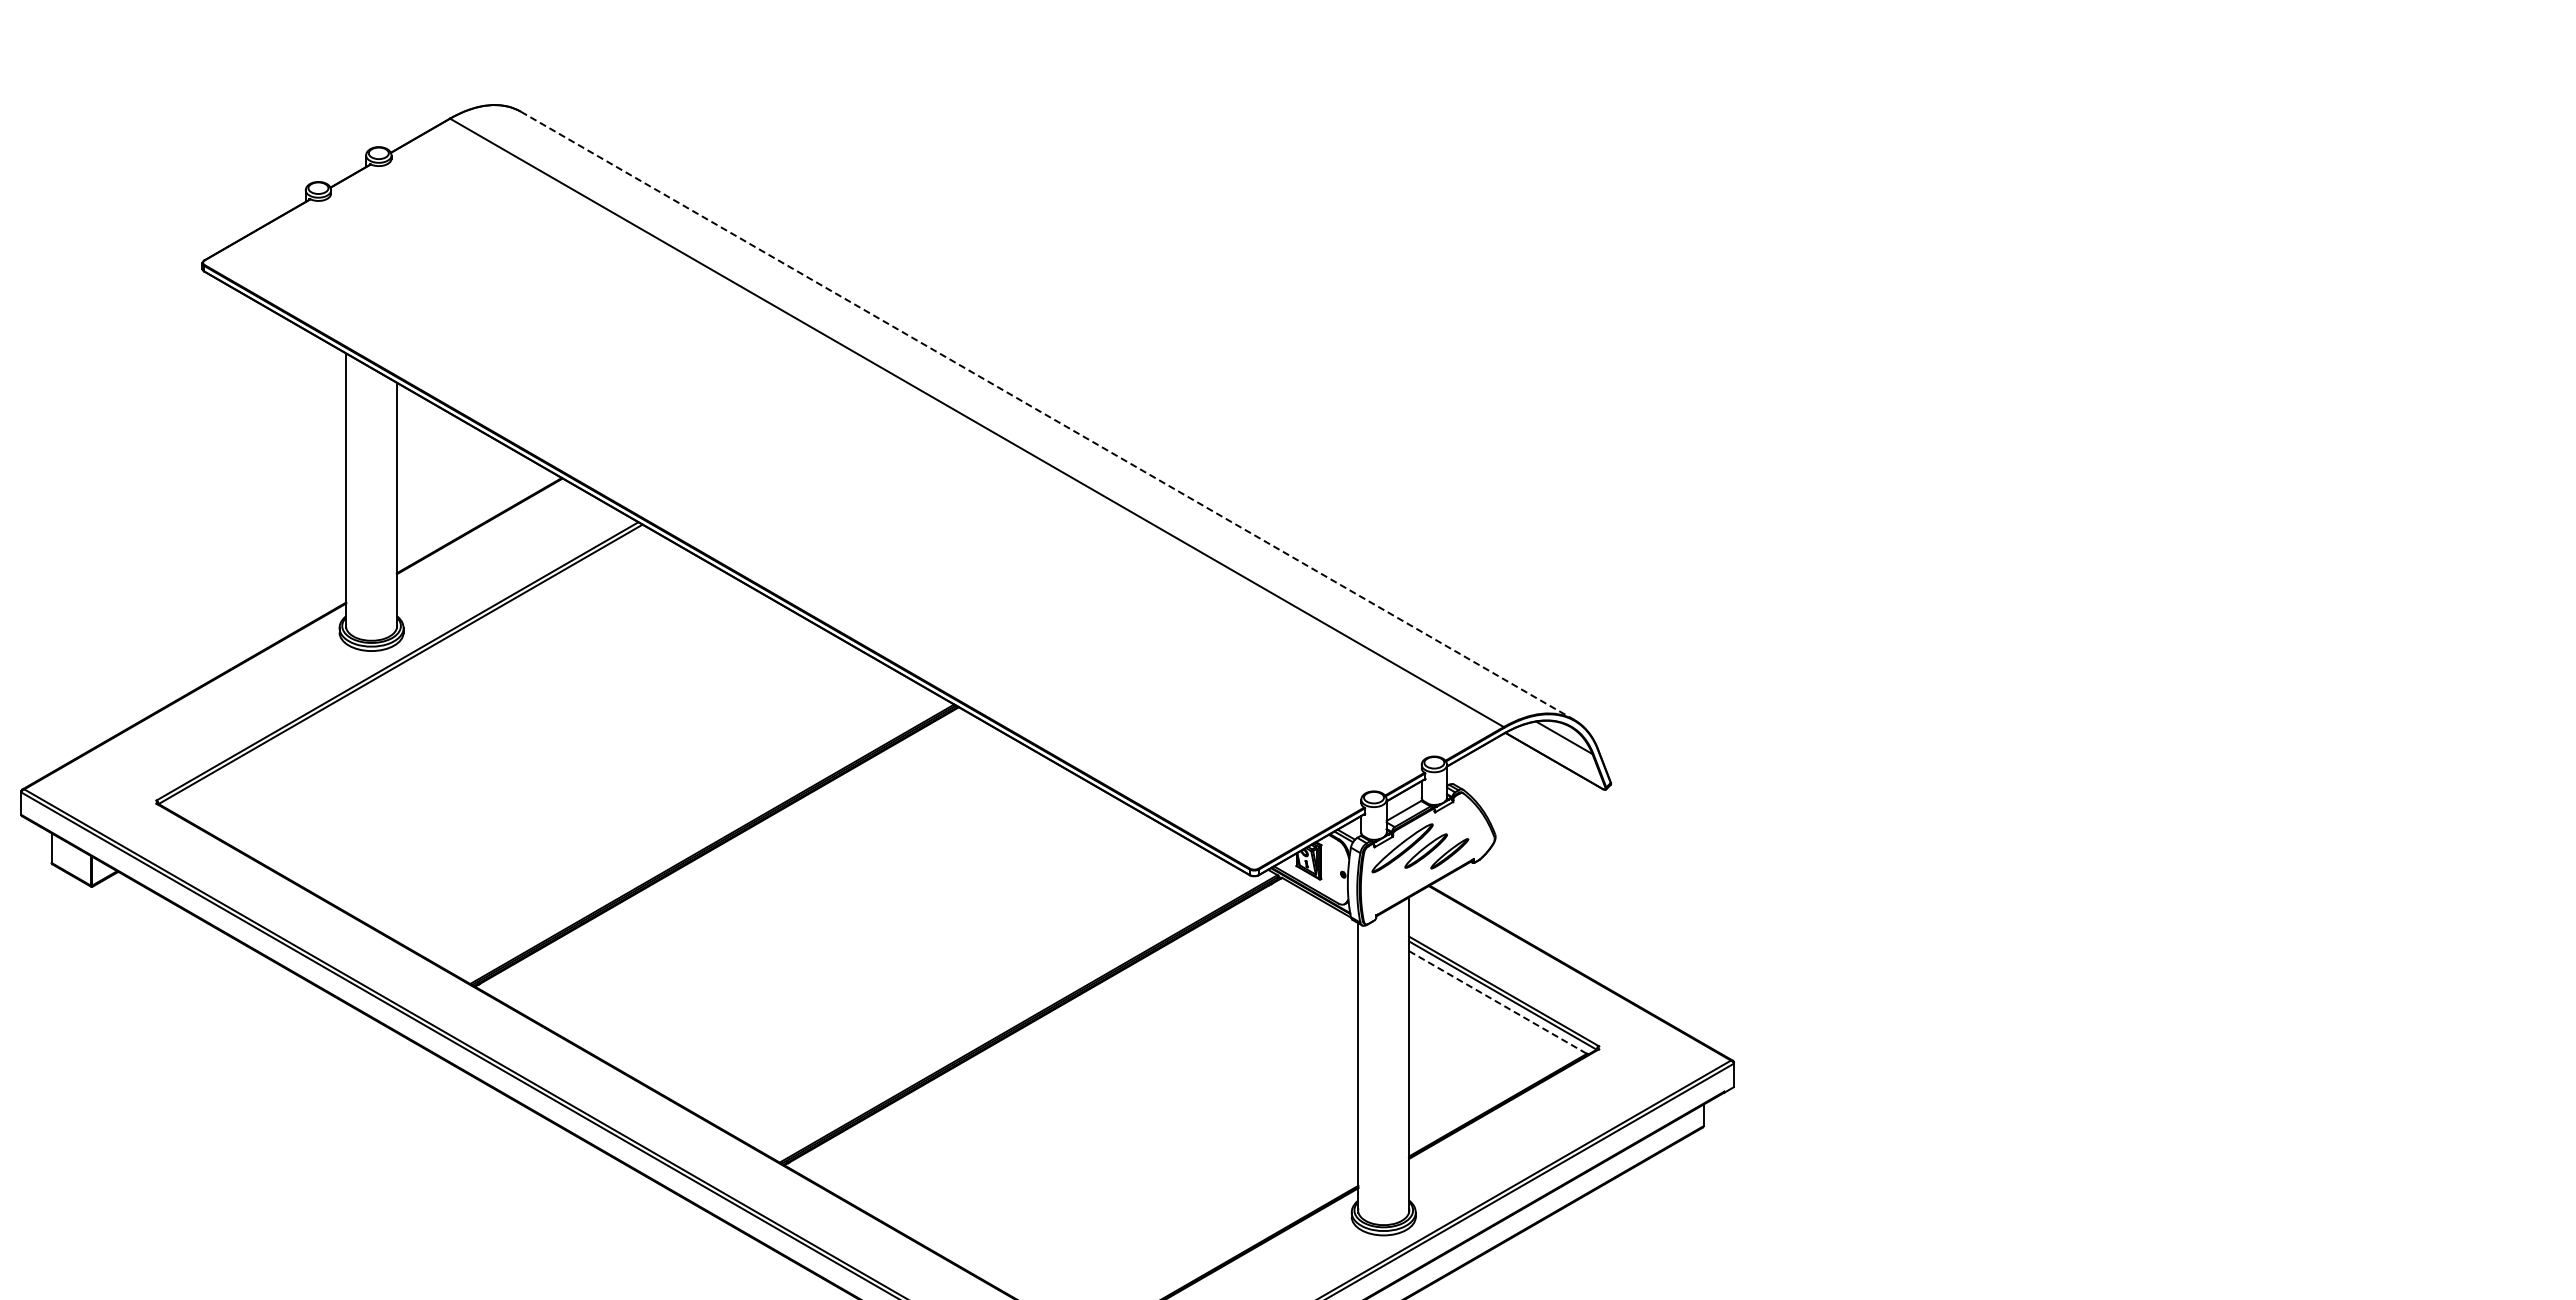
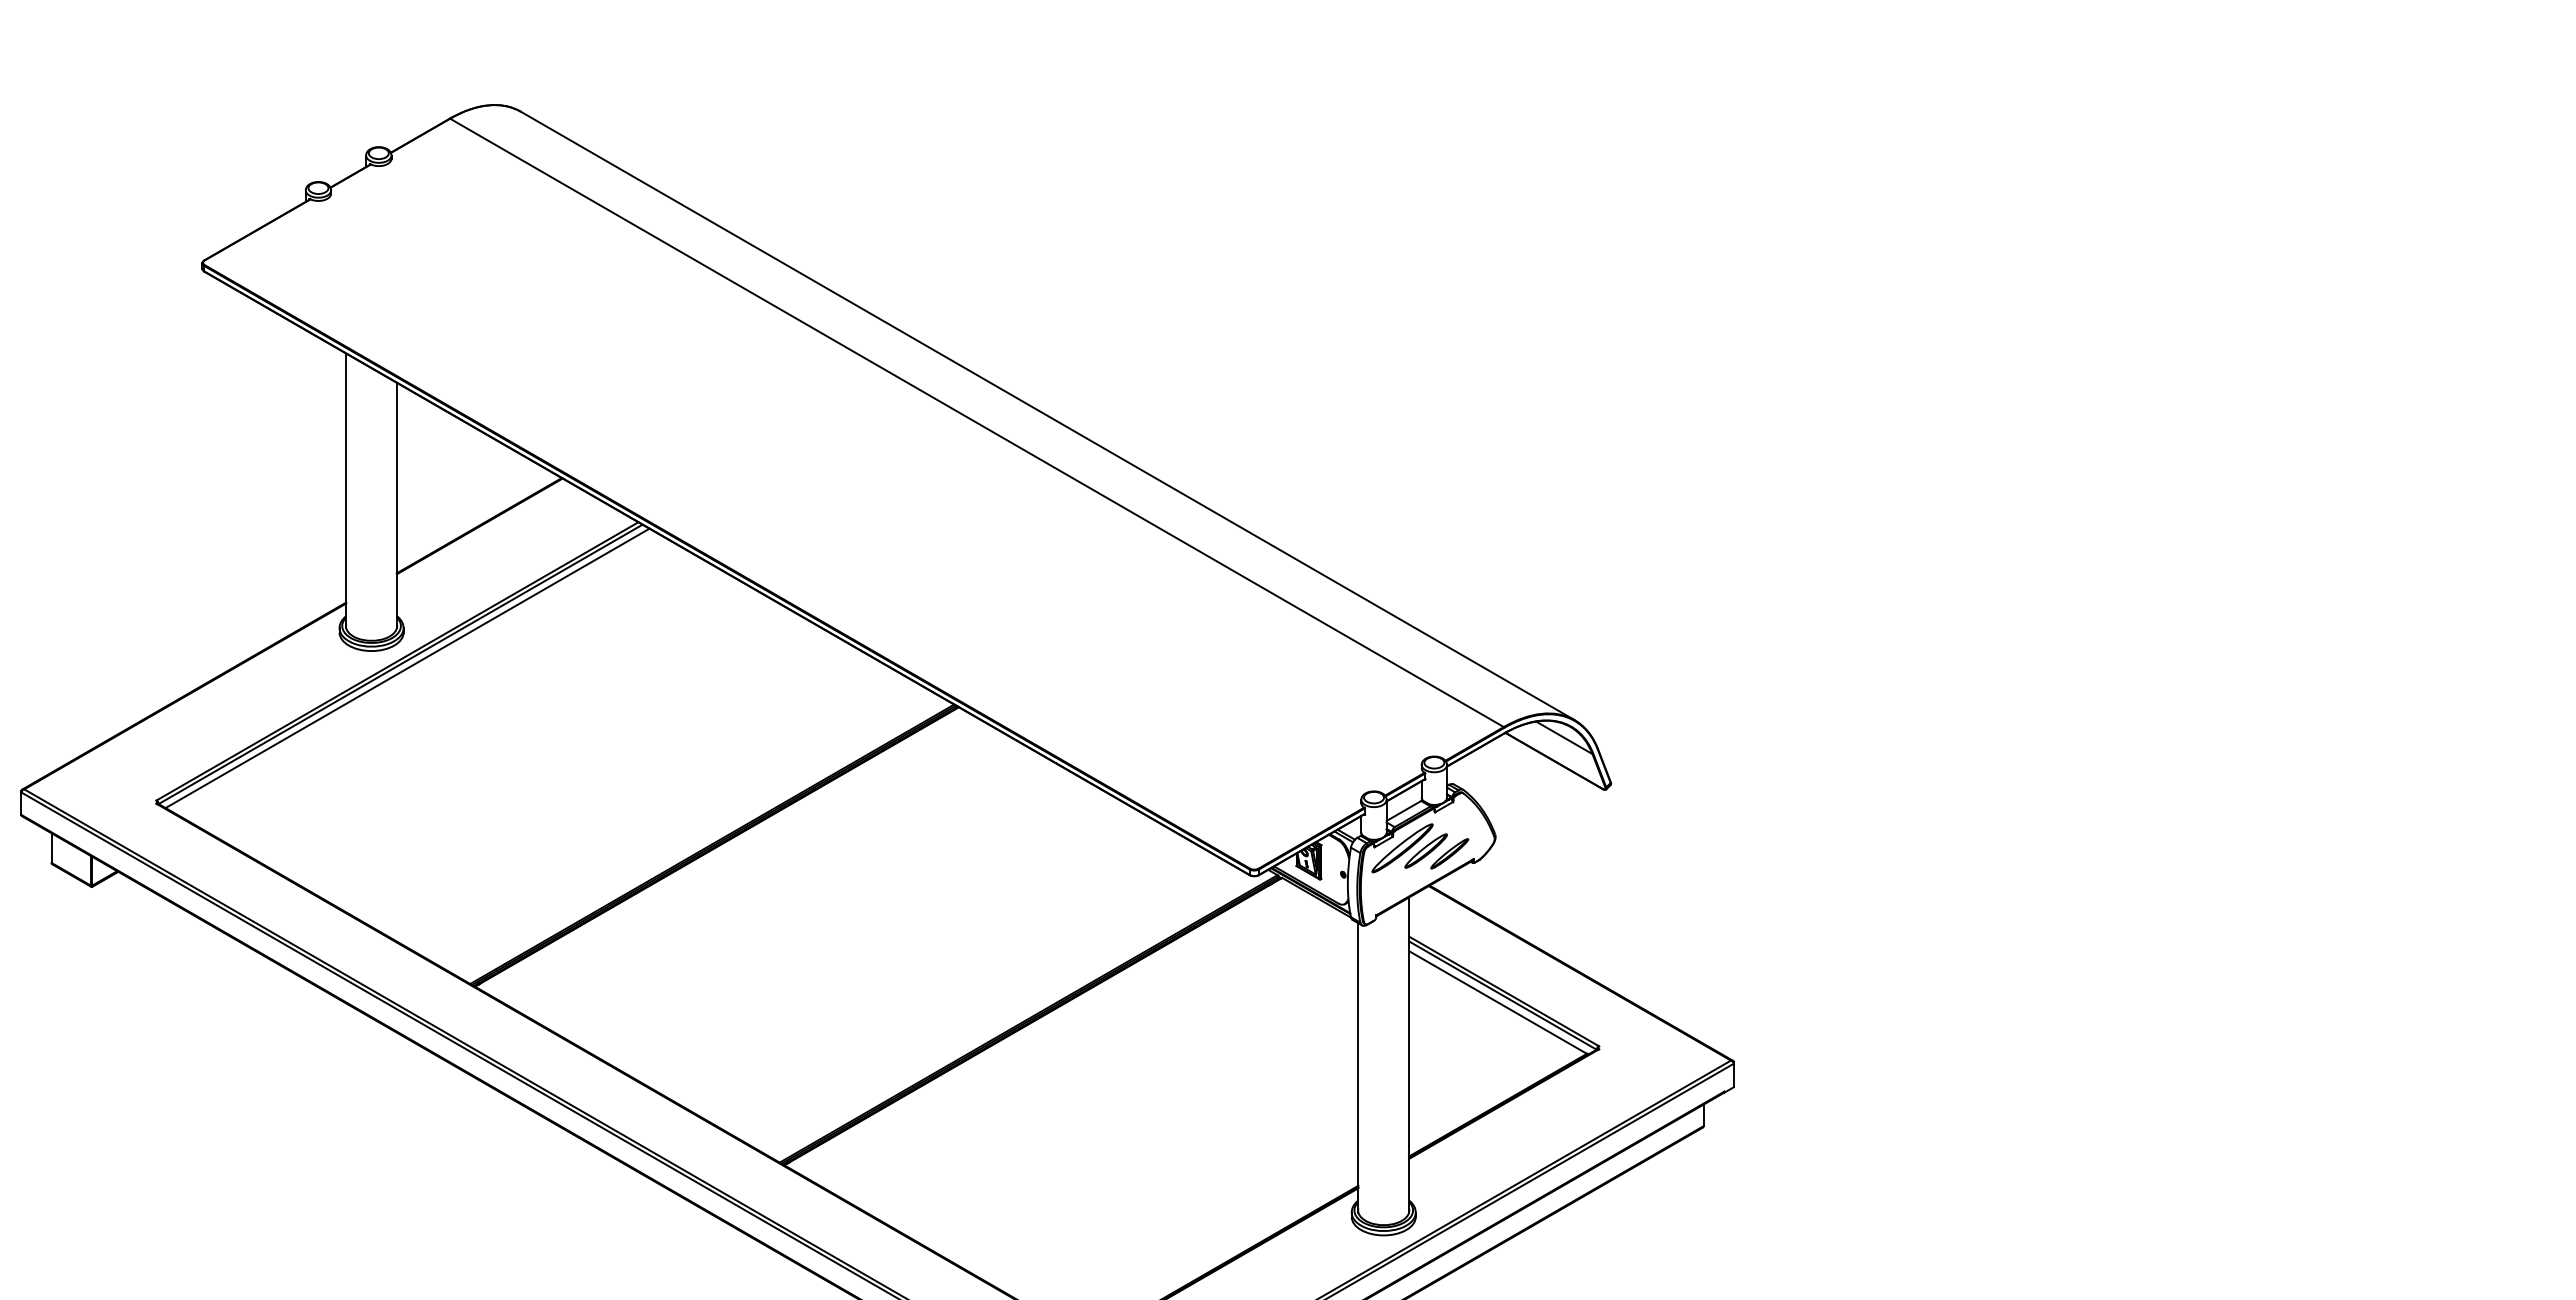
line at (1048, 416): dashed -> solid
line at (407, 668): none -> present
line at (1498, 1002): dashed -> solid
